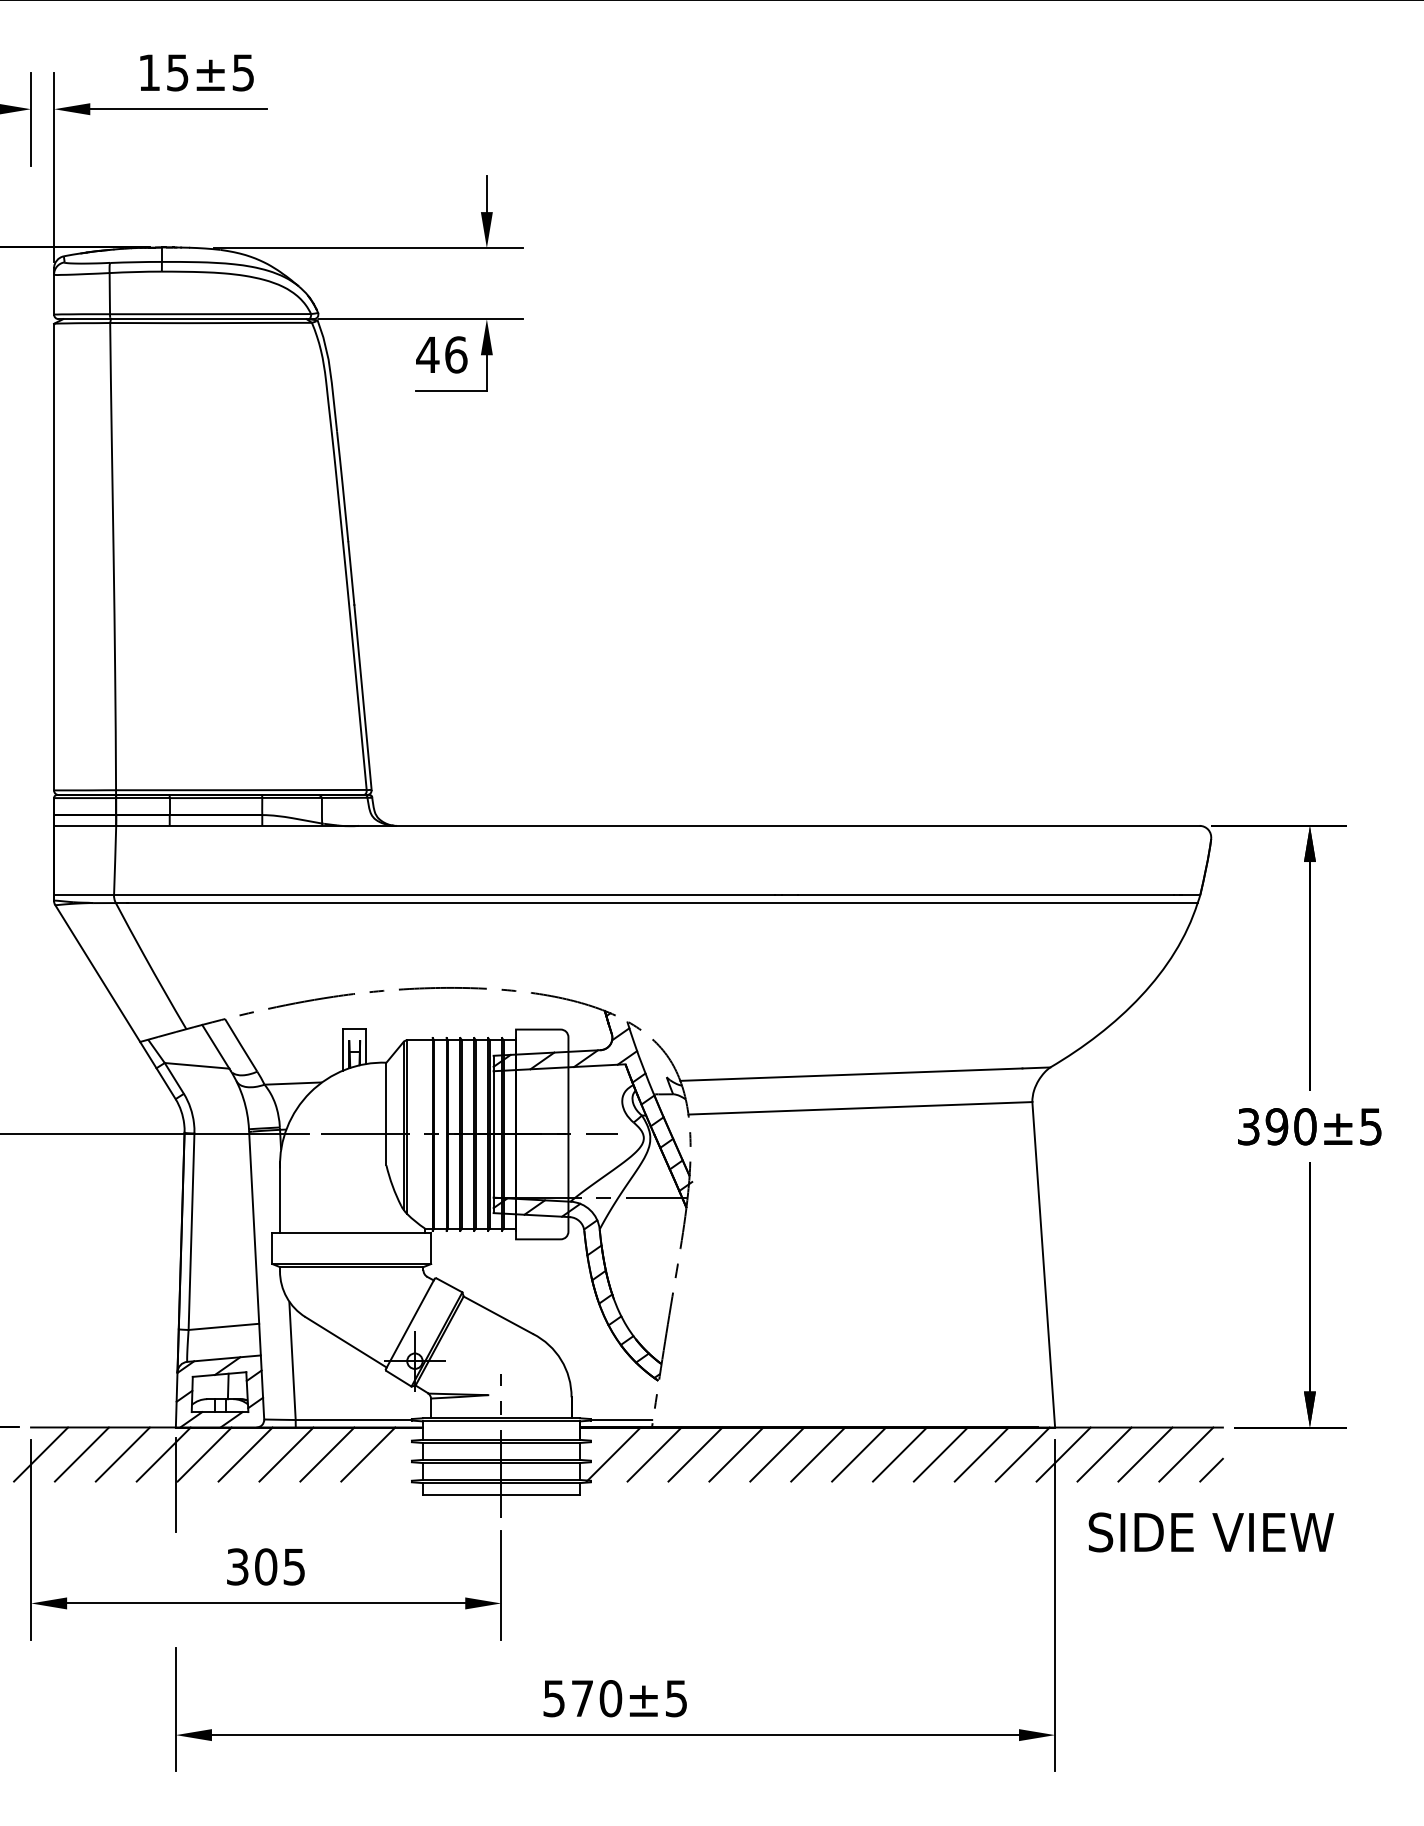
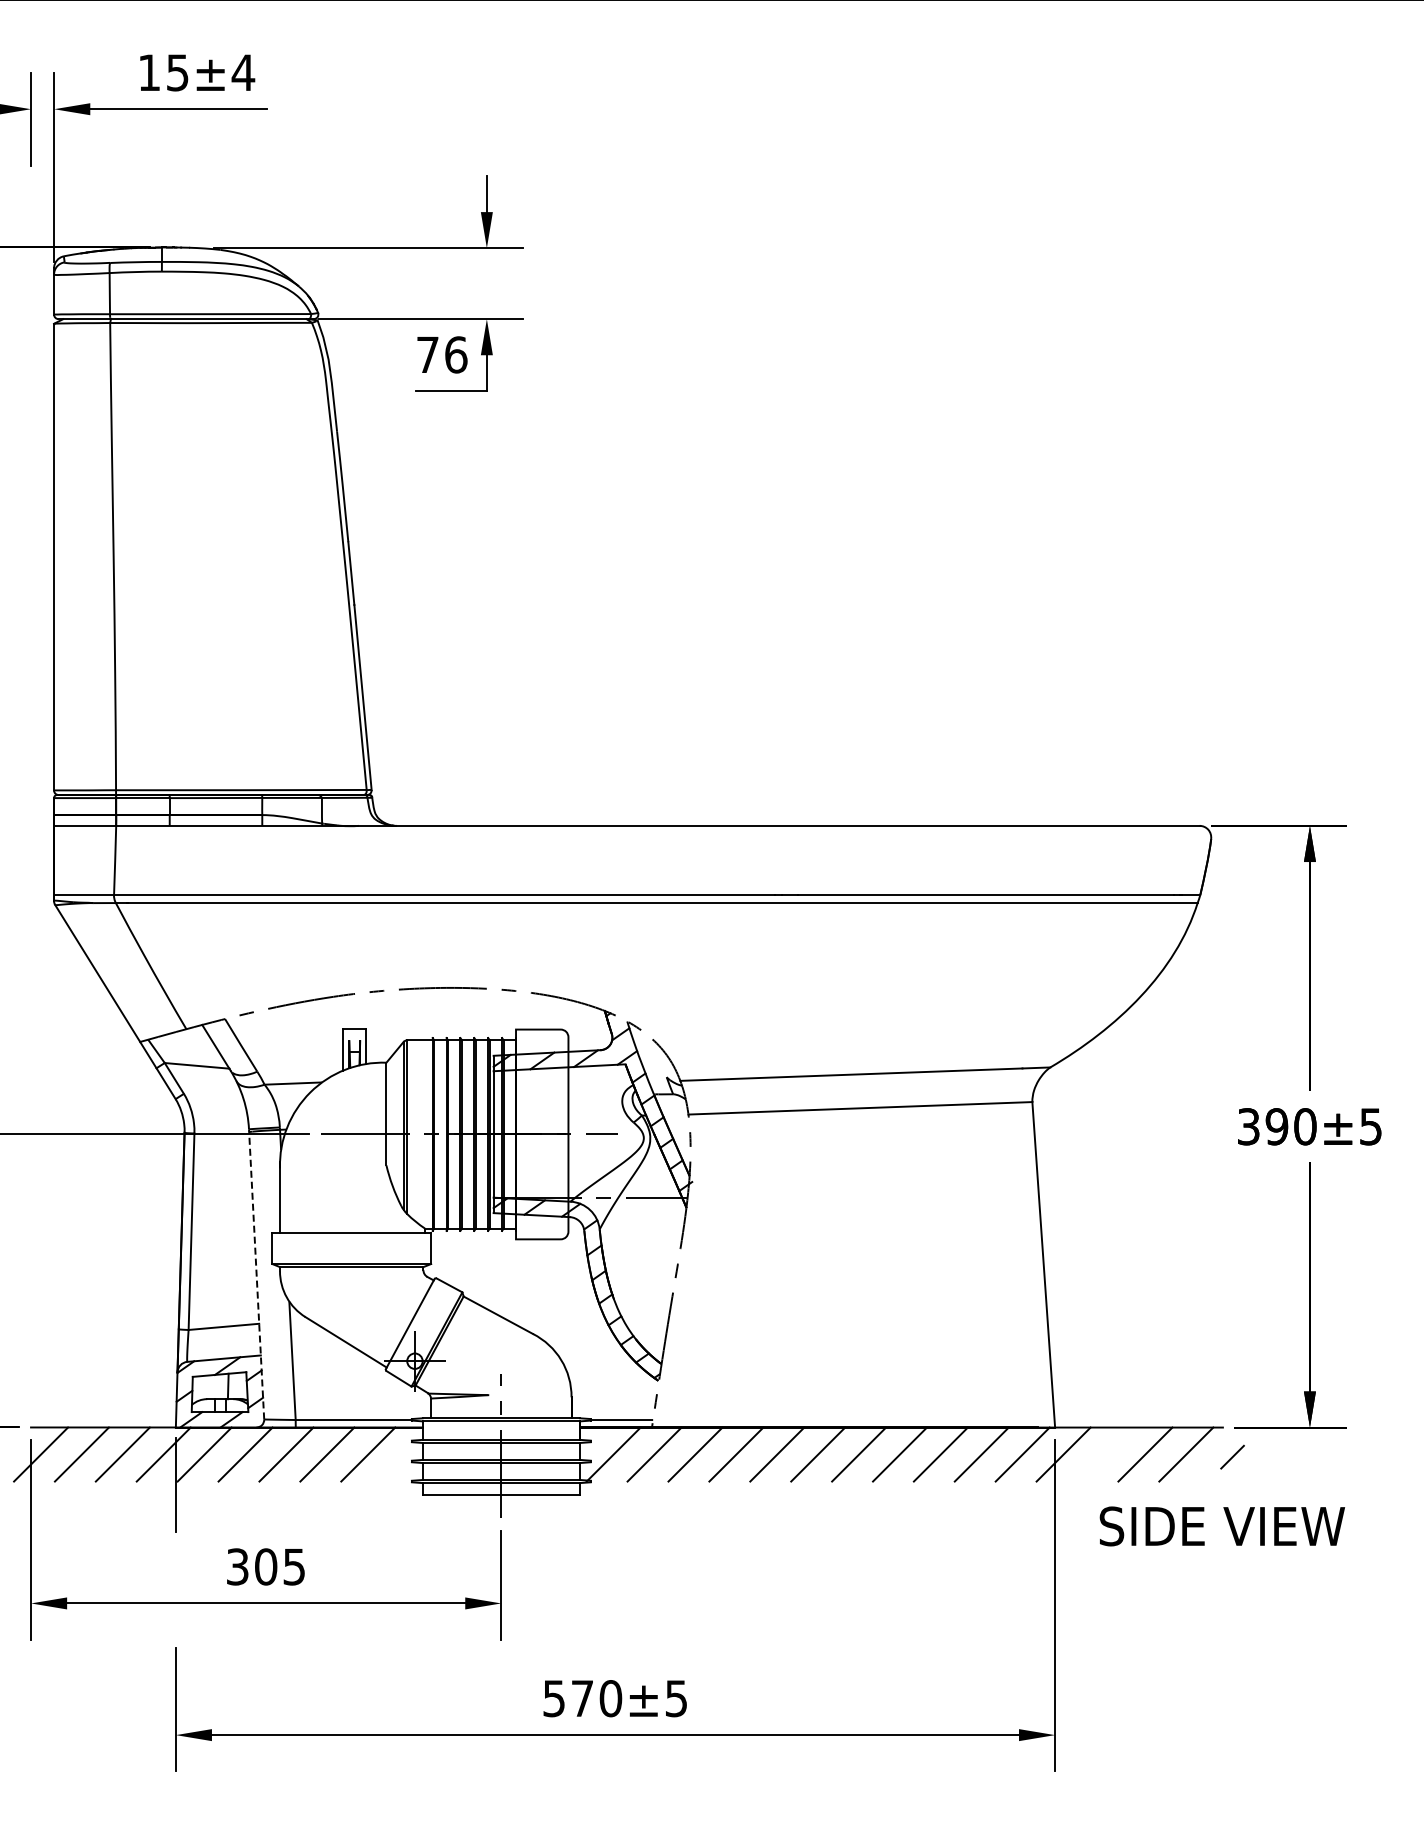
text at (243, 72): 15±5 -> 15±4
text at (427, 354): 46 -> 76
line at (256, 1273): solid -> dashed
line at (1104, 1454): present -> none
line at (1211, 1469) position: (1211, 1469) -> (1232, 1456)
text at (1210, 1532) position: (1210, 1532) -> (1221, 1526)
